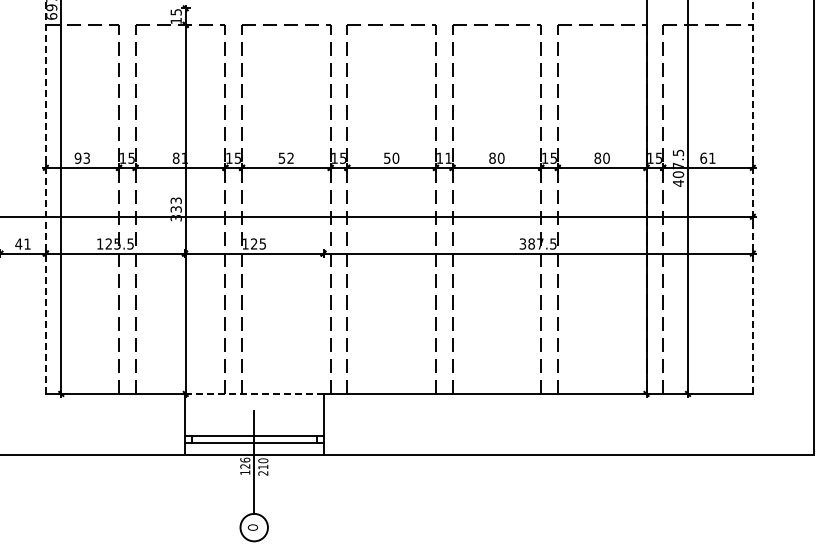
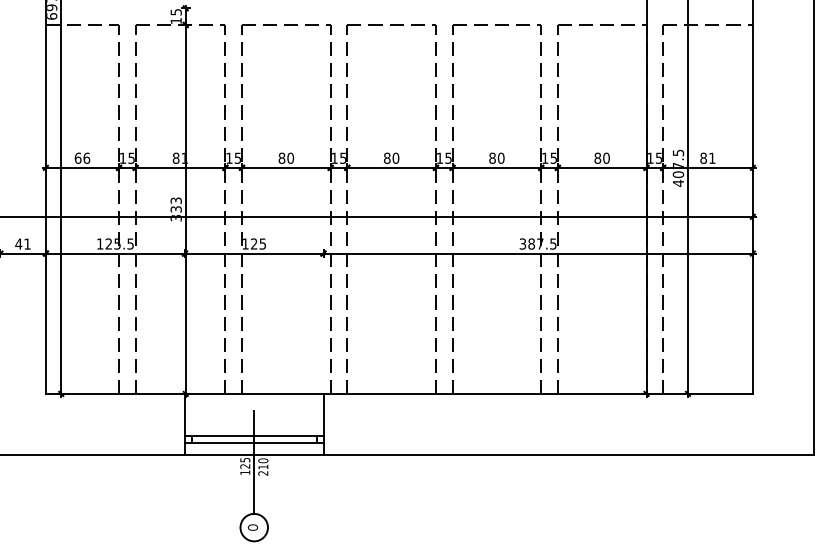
text at (82, 157): 93 -> 66
text at (286, 157): 52 -> 80
text at (387, 157): 50 -> 80
text at (448, 157): 11 -> 15
text at (703, 157): 61 -> 81
line at (45, 197): dashed -> solid
line at (752, 197): dashed -> solid
line at (254, 393): dashed -> solid
text at (245, 459): 126 -> 125
